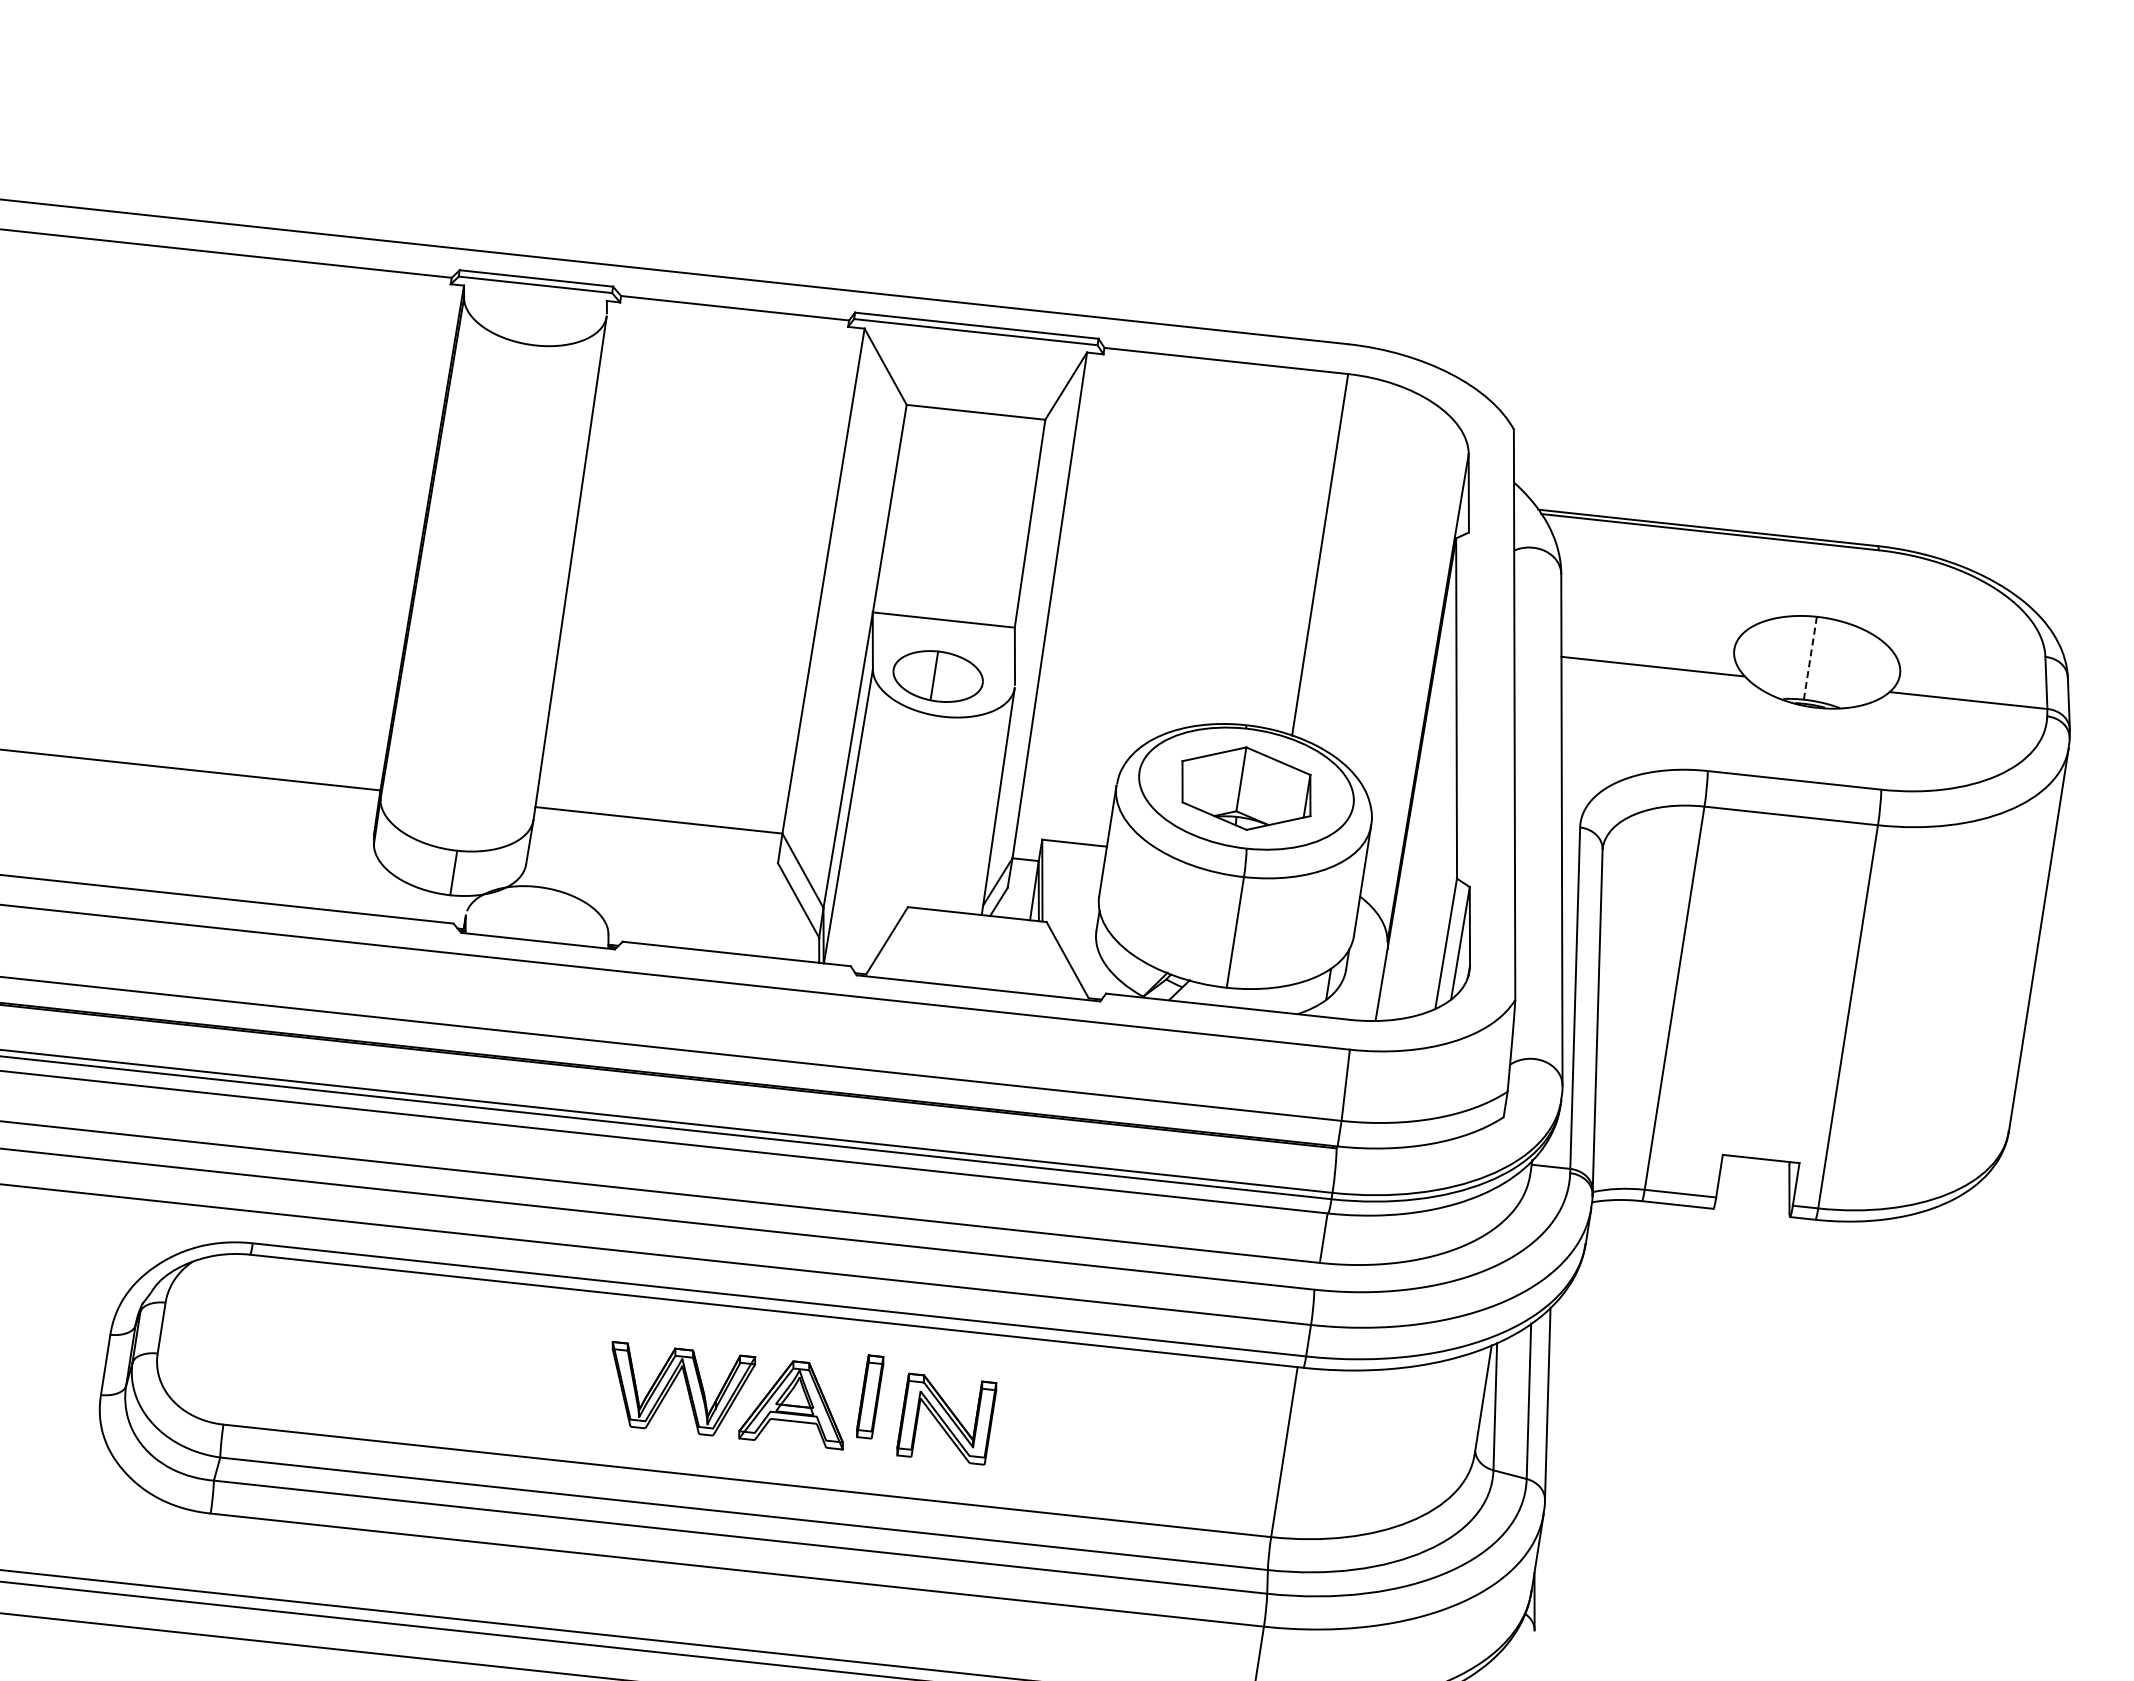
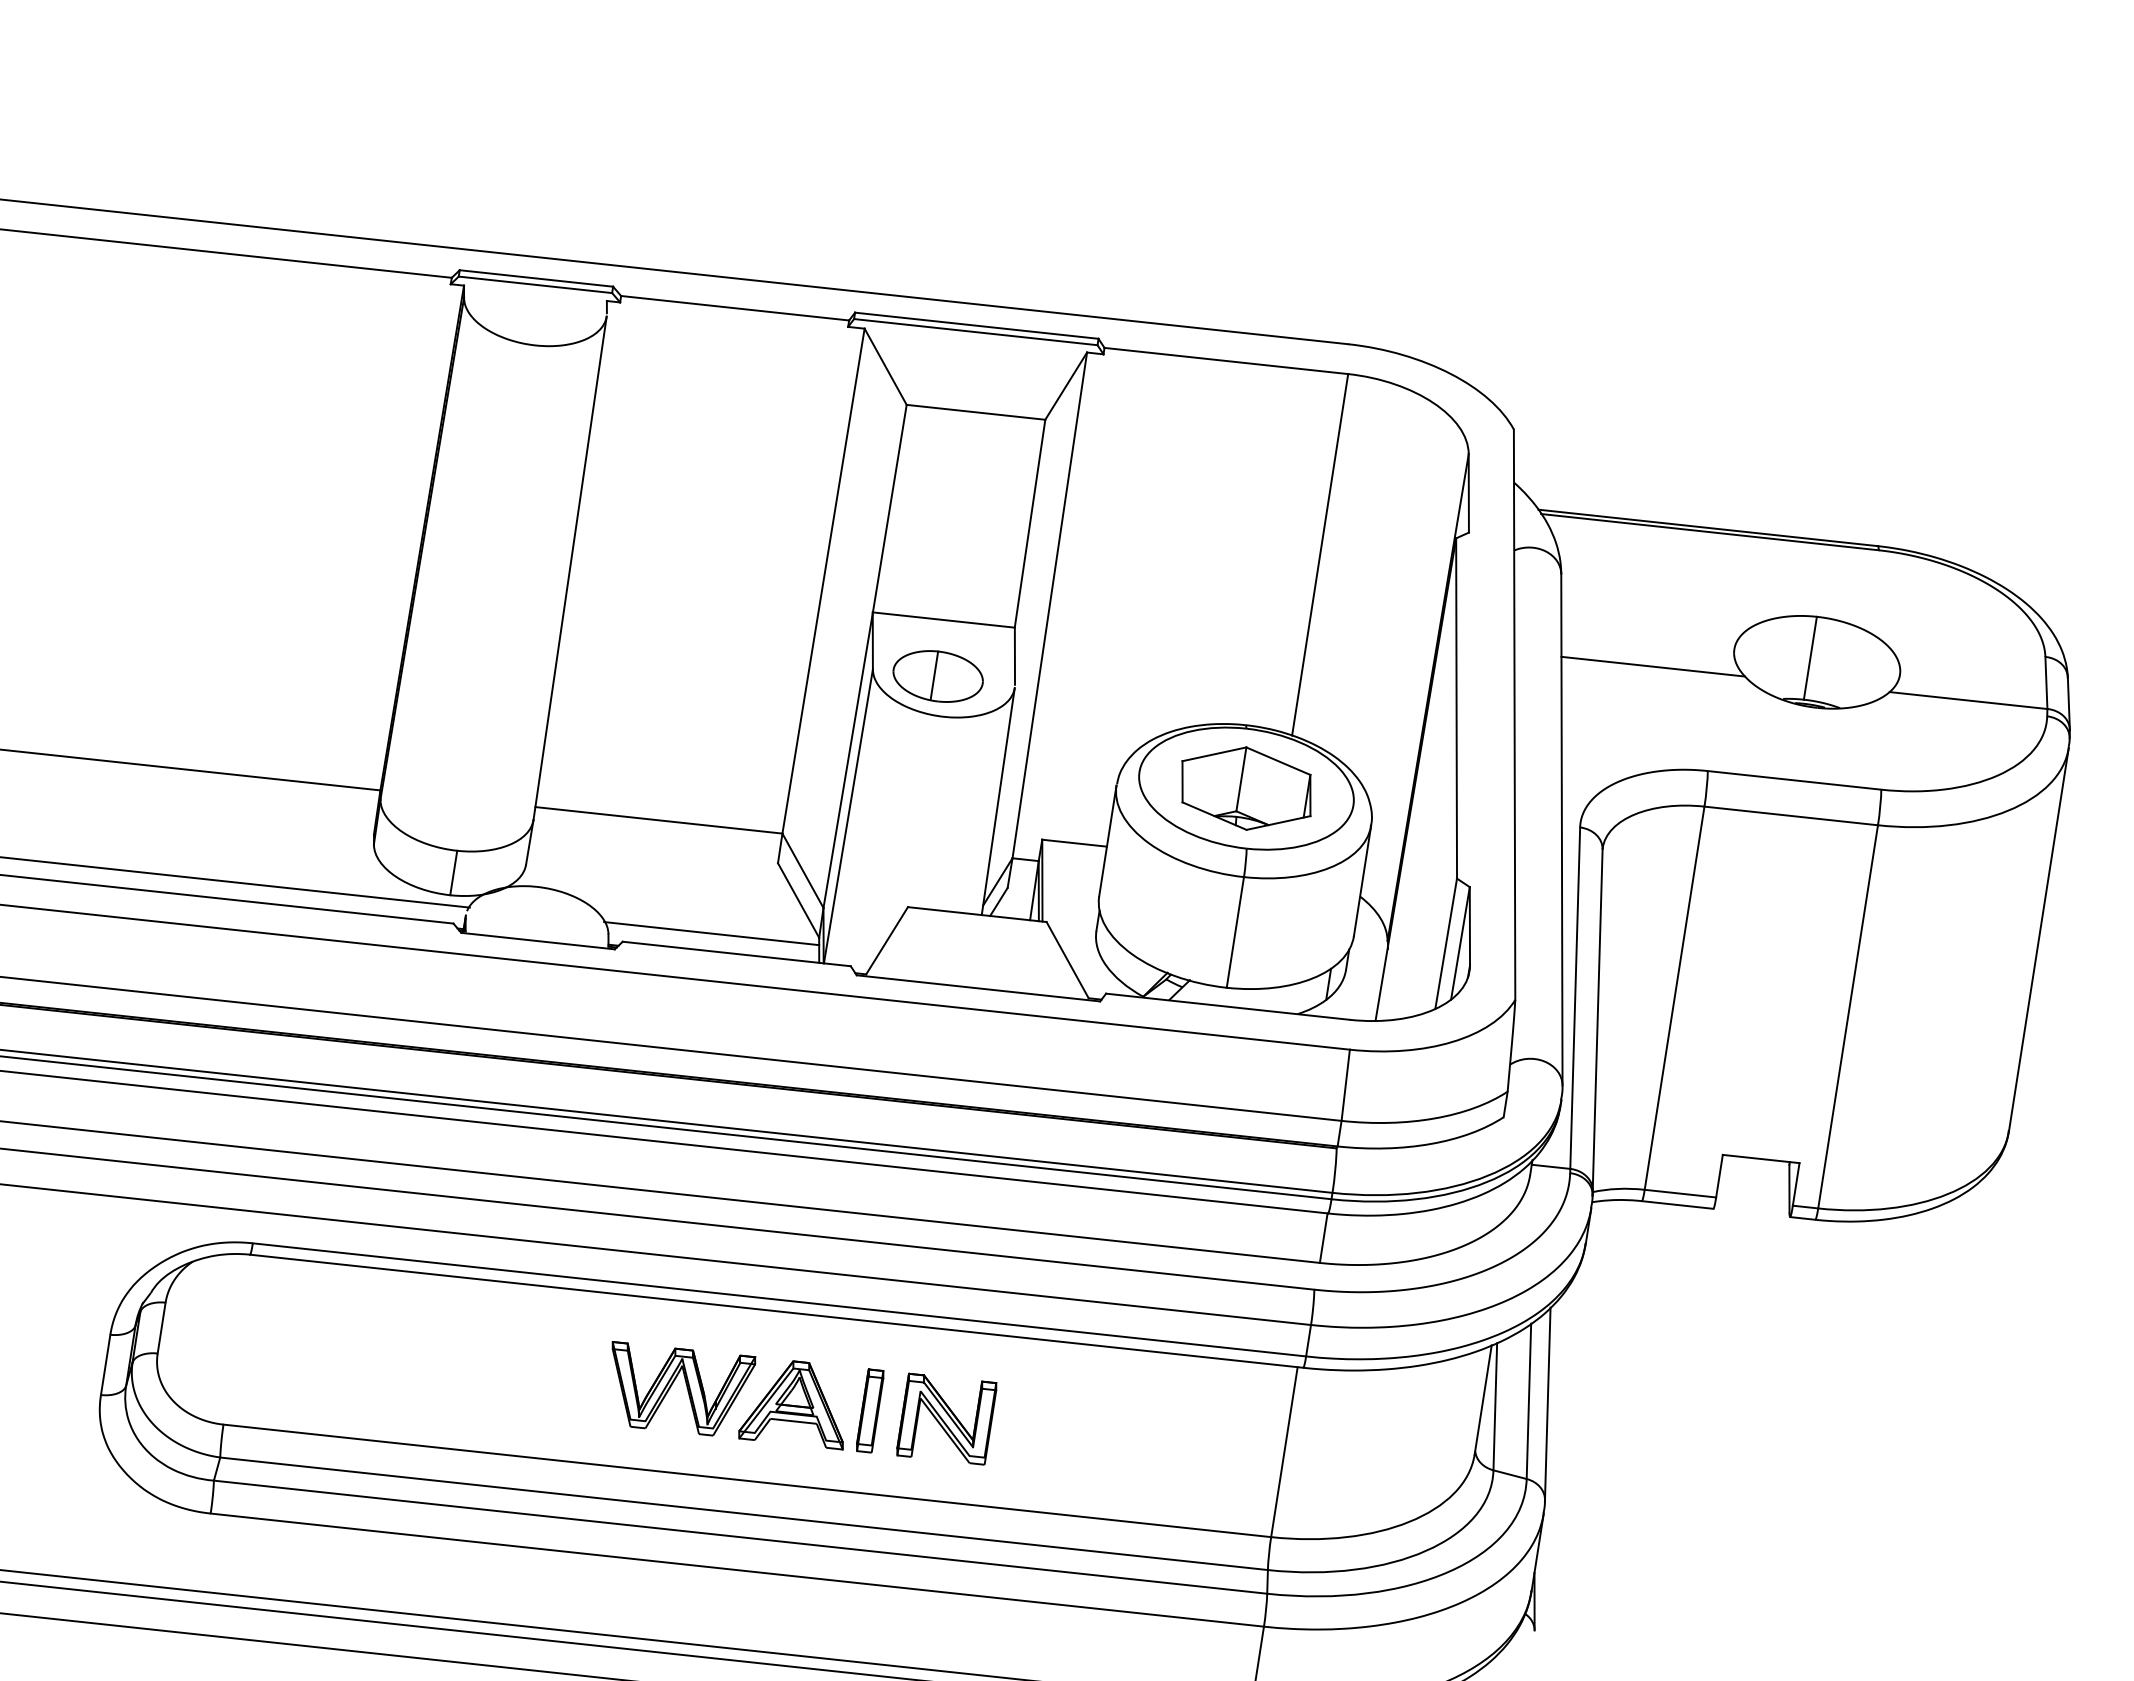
line at (1810, 658): dashed -> solid
line at (235, 882): none -> present
line at (711, 933): none -> present
part at (870, 1396) position: (870, 1396) -> (870, 1410)
